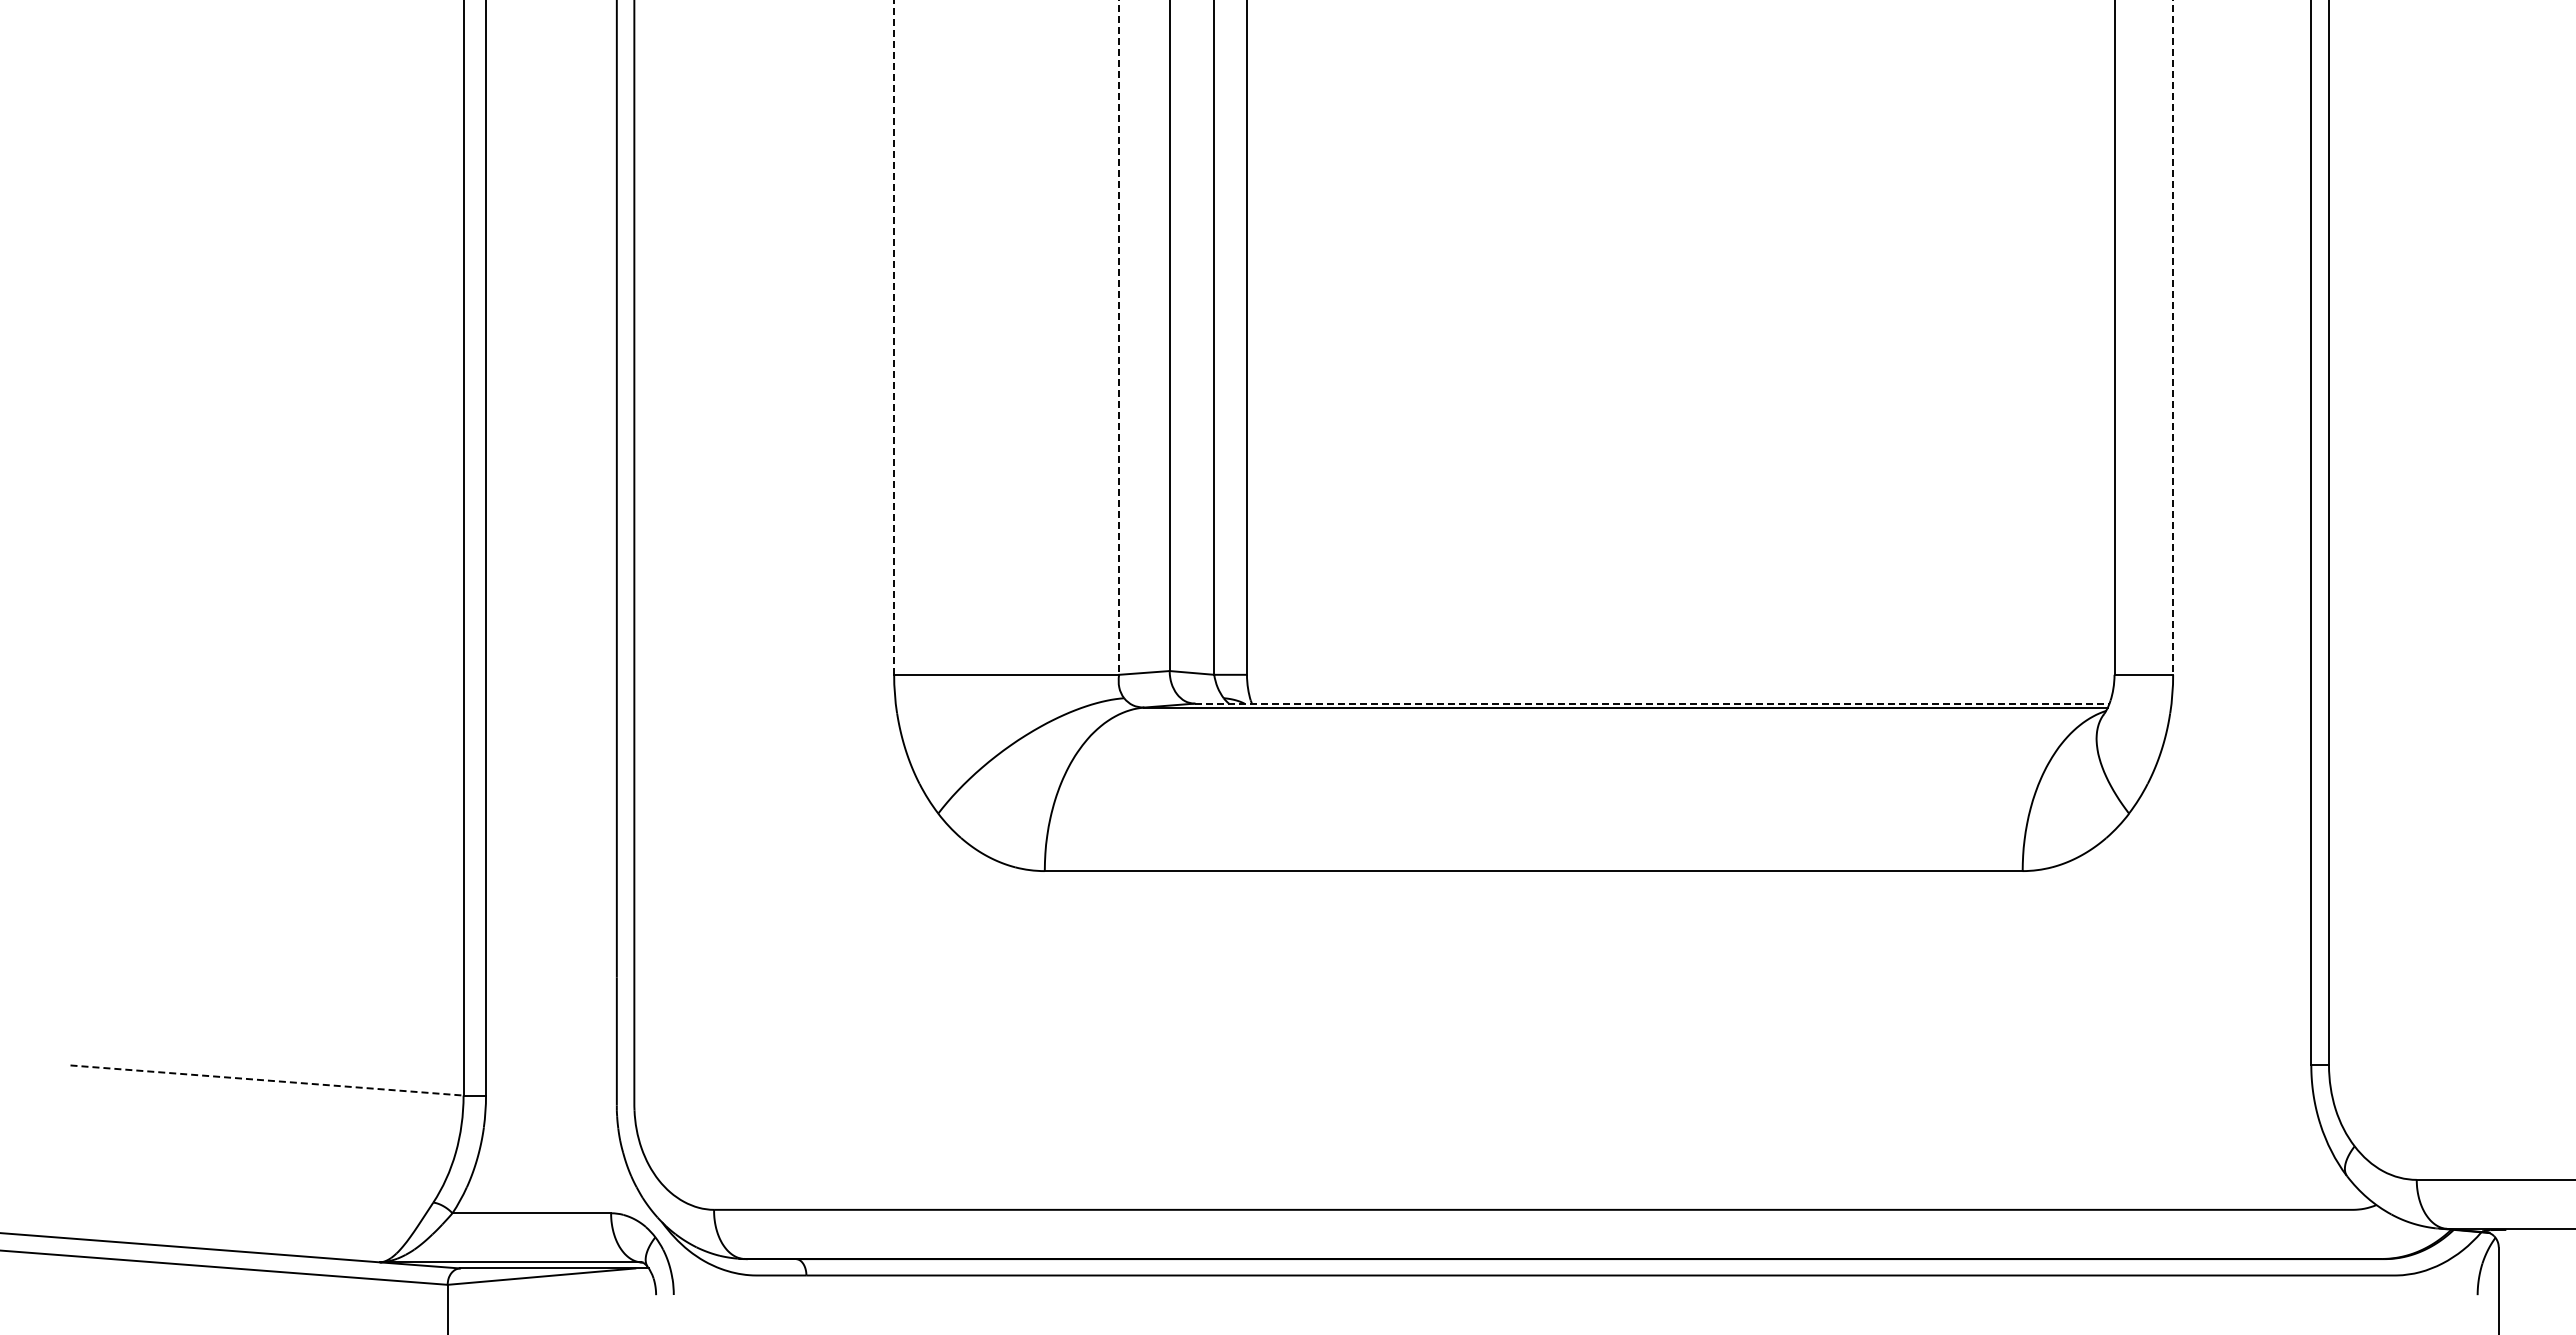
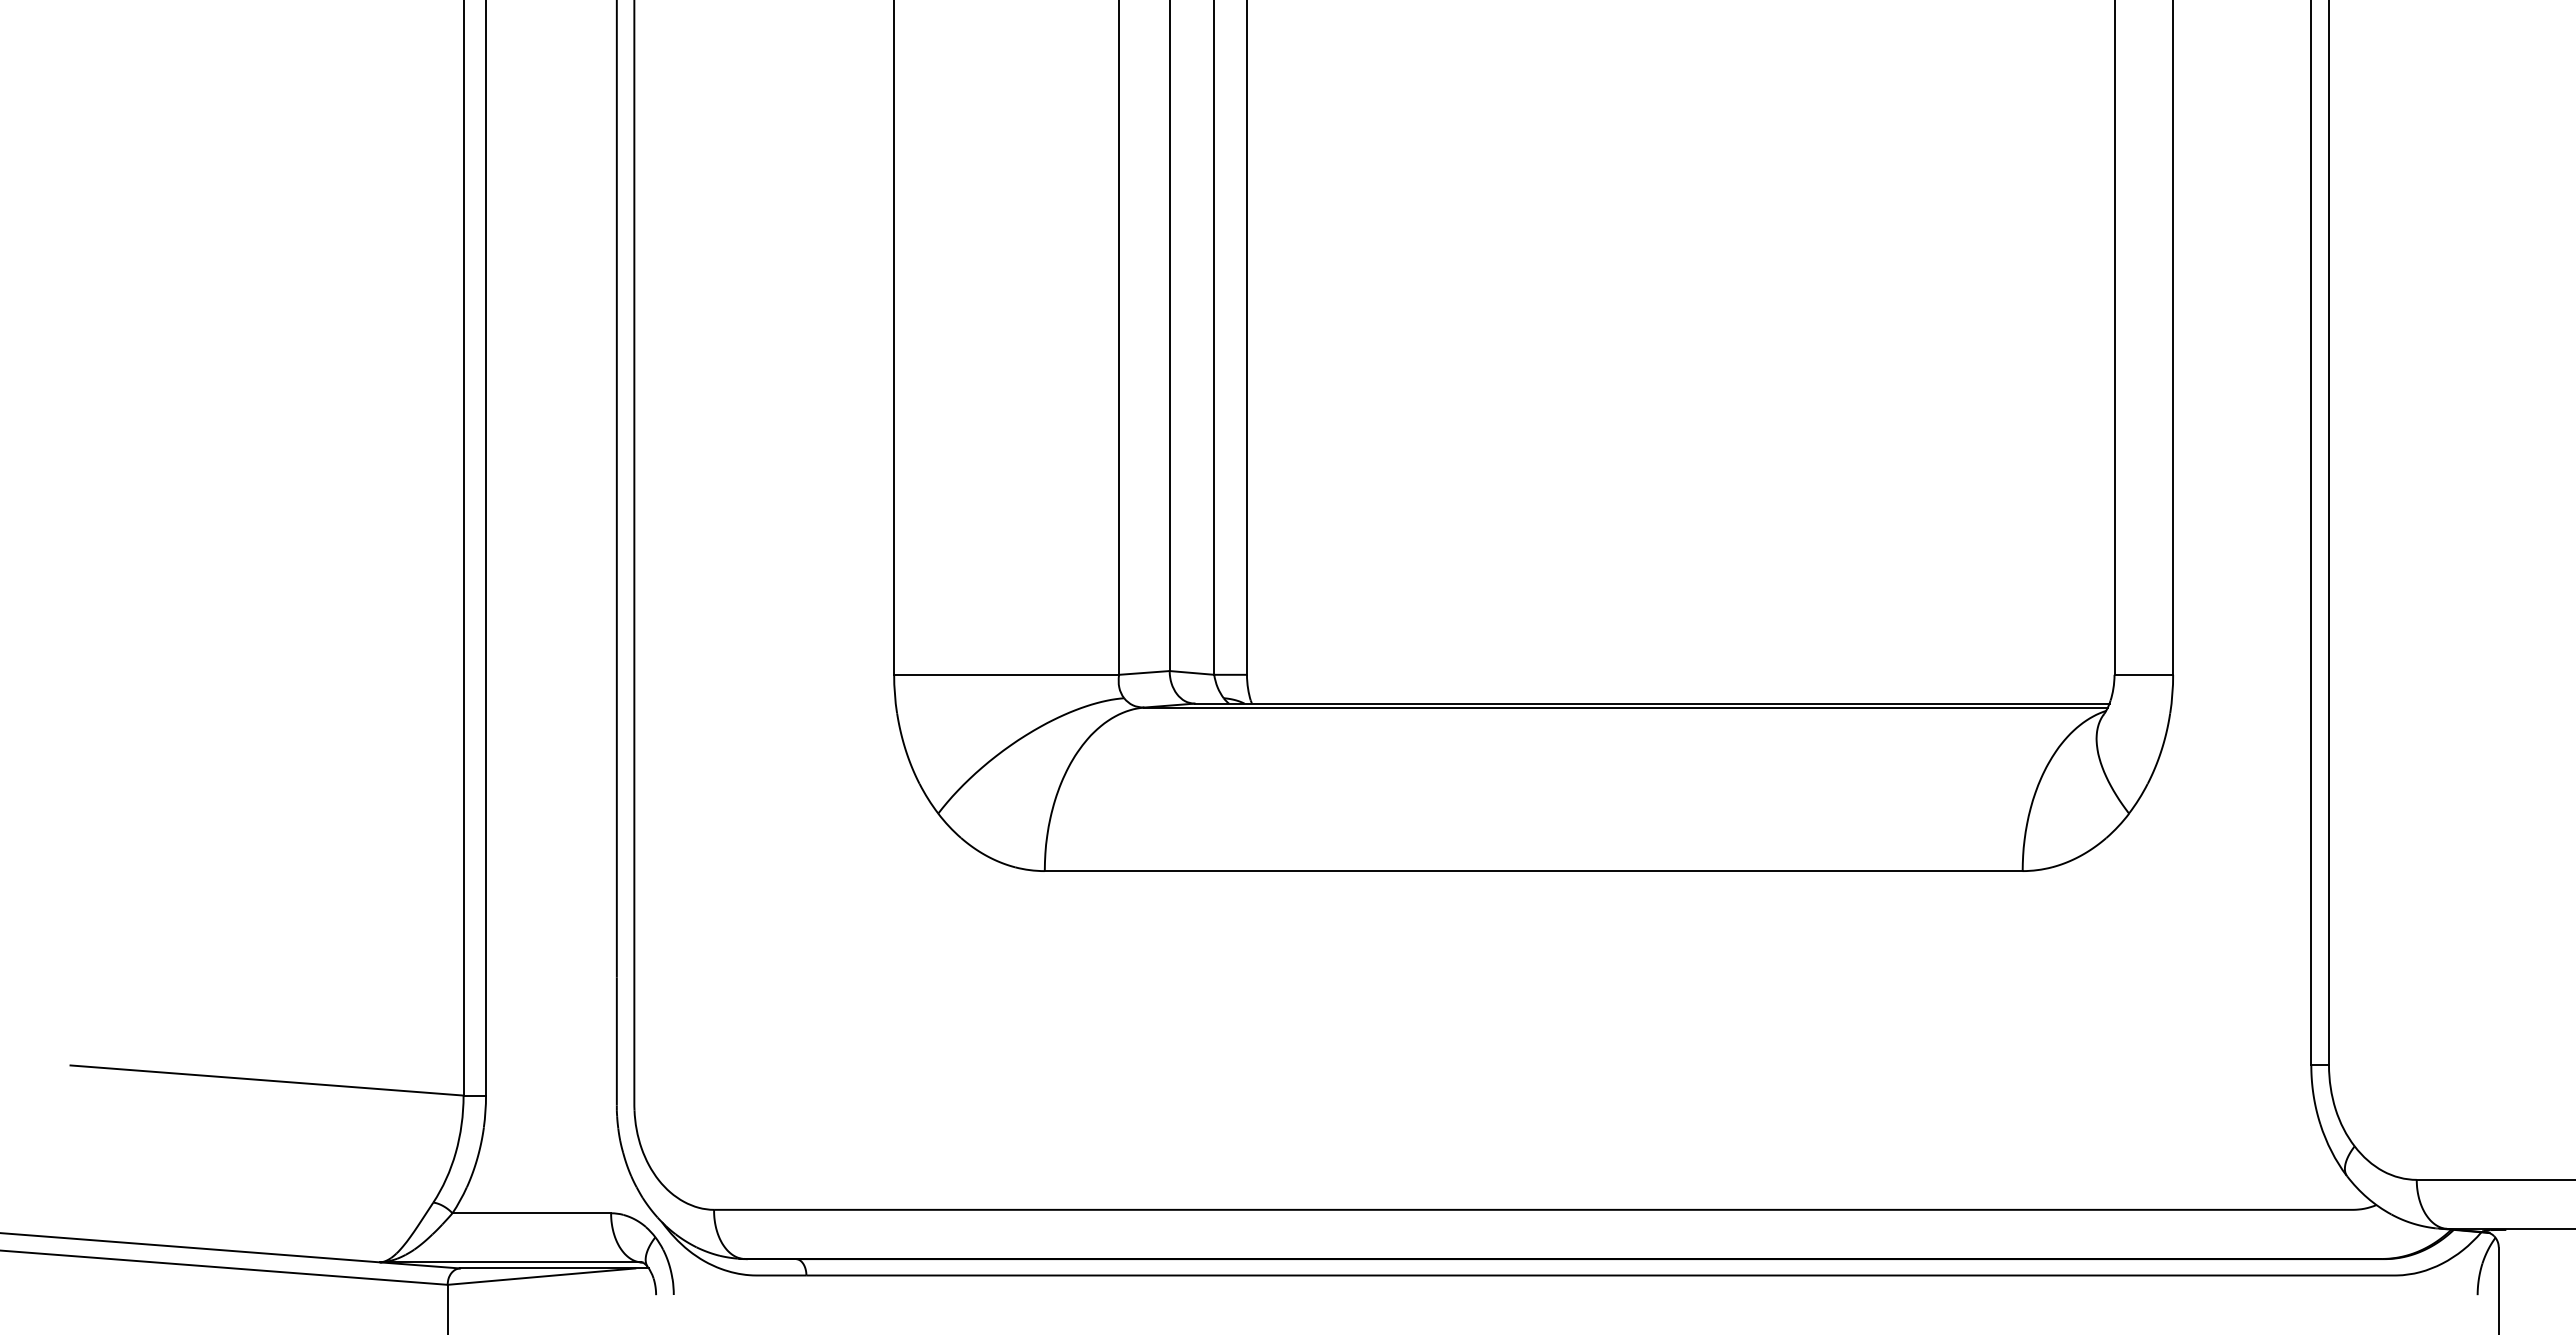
line at (894, 337): dashed -> solid
line at (1119, 338): dashed -> solid
line at (2173, 338): dashed -> solid
line at (1652, 703): dashed -> solid
line at (267, 1080): dashed -> solid
